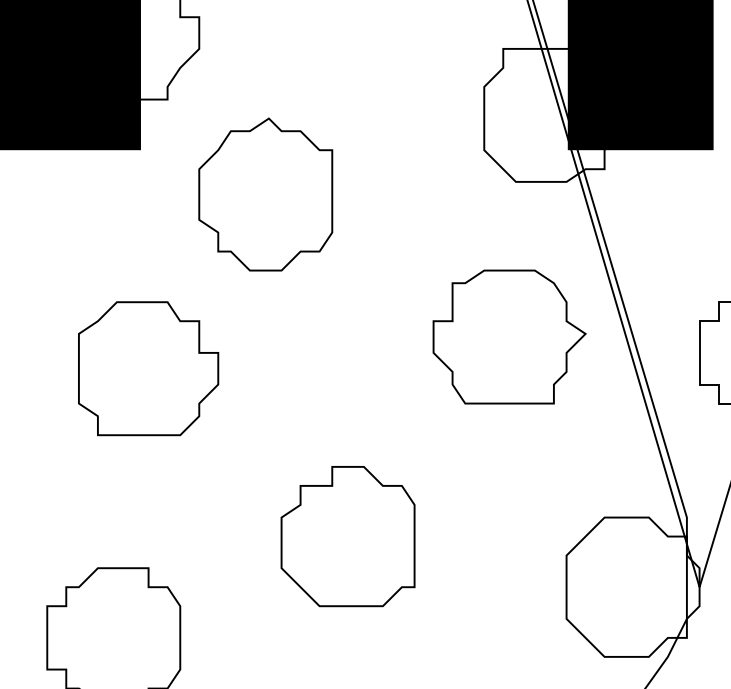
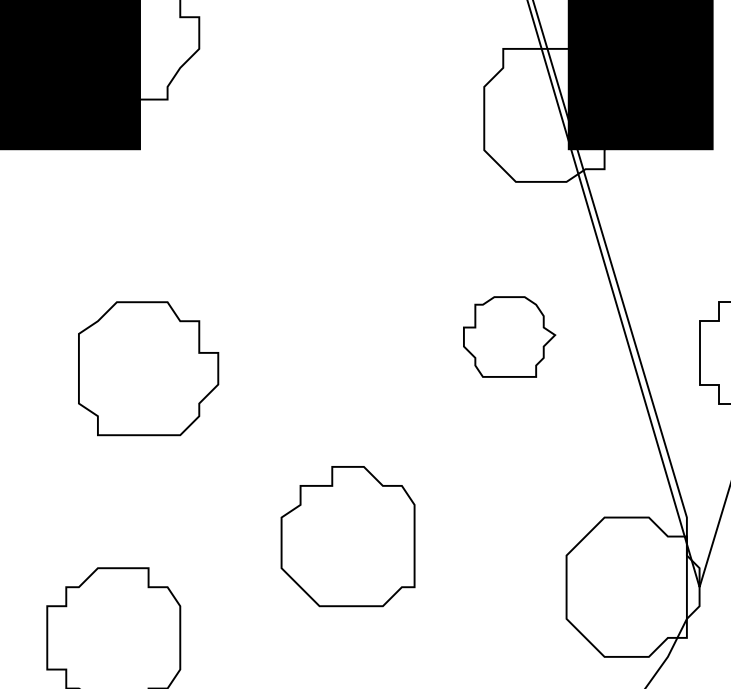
part at (265, 194): present -> none
part at (509, 336) size: 155x136 px -> 94x82 px
